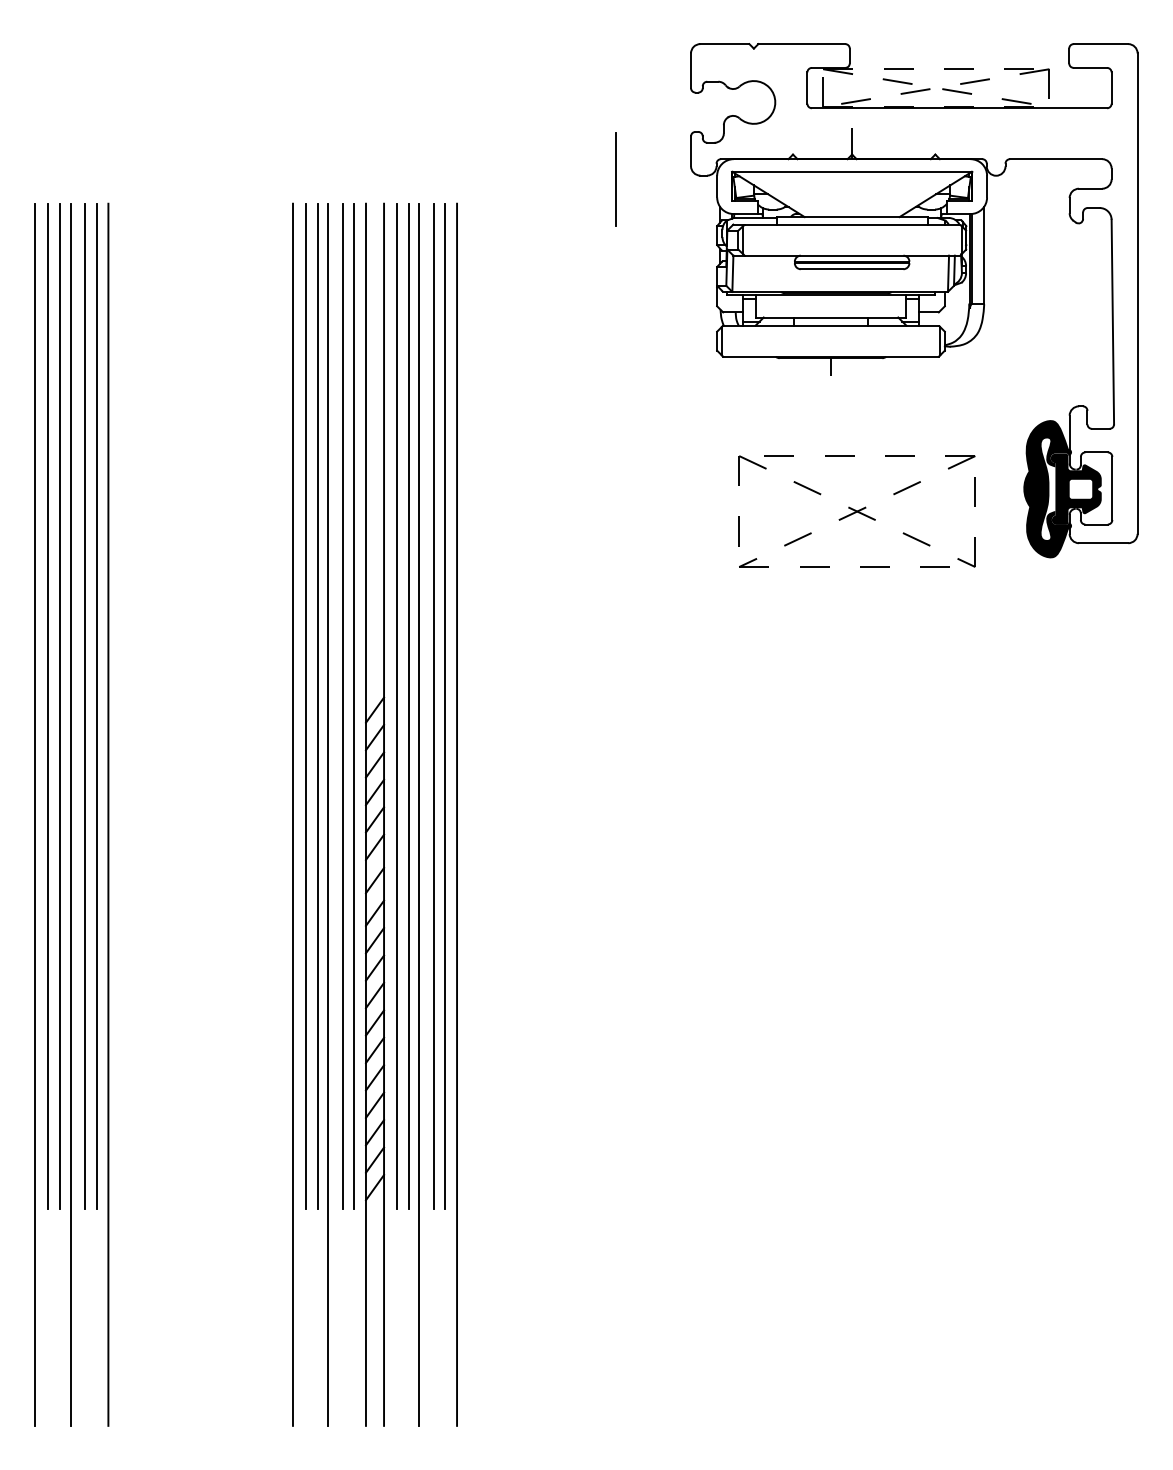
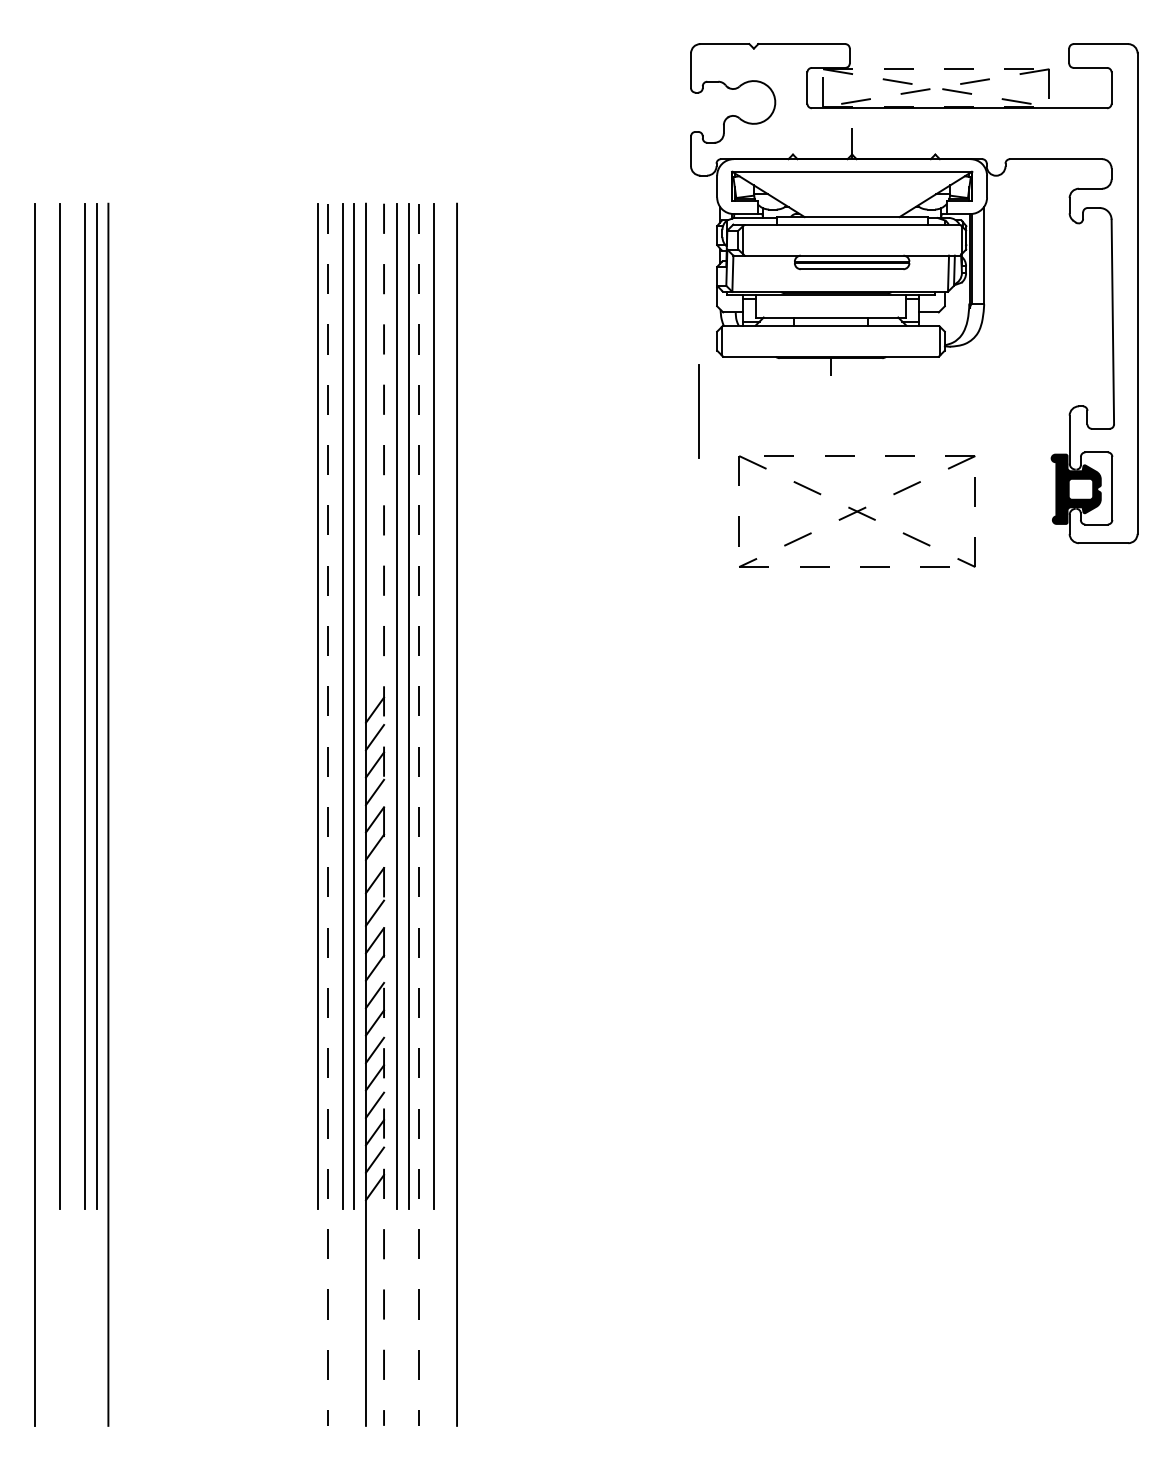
line at (615, 179) position: (615, 179) -> (698, 411)
fill at (1047, 489): present -> none
line at (48, 705): present -> none
line at (305, 705): present -> none
line at (445, 705): present -> none
line at (70, 814): present -> none
line at (292, 814): present -> none
line at (328, 815): solid -> dashed
line at (384, 815): solid -> dashed
line at (419, 815): solid -> dashed
